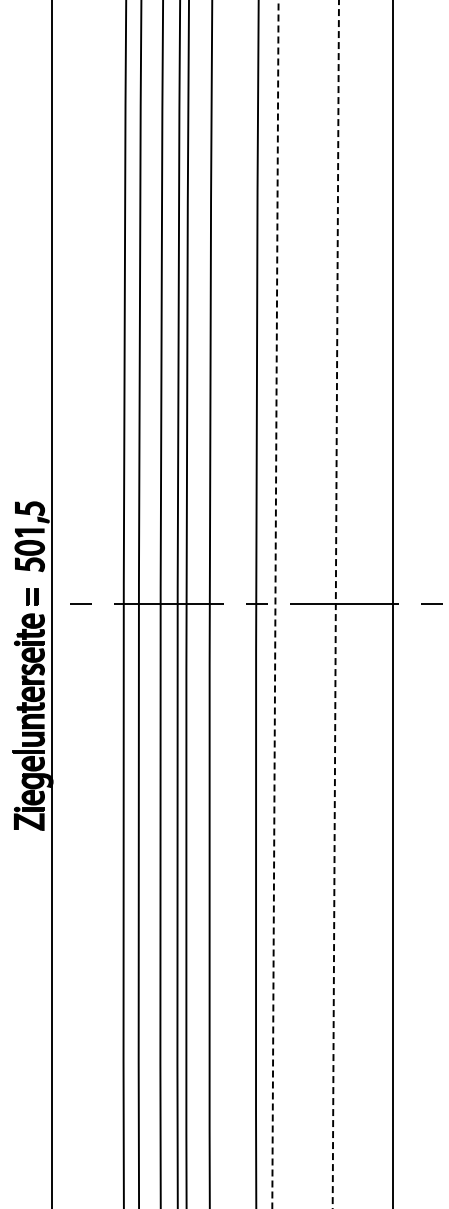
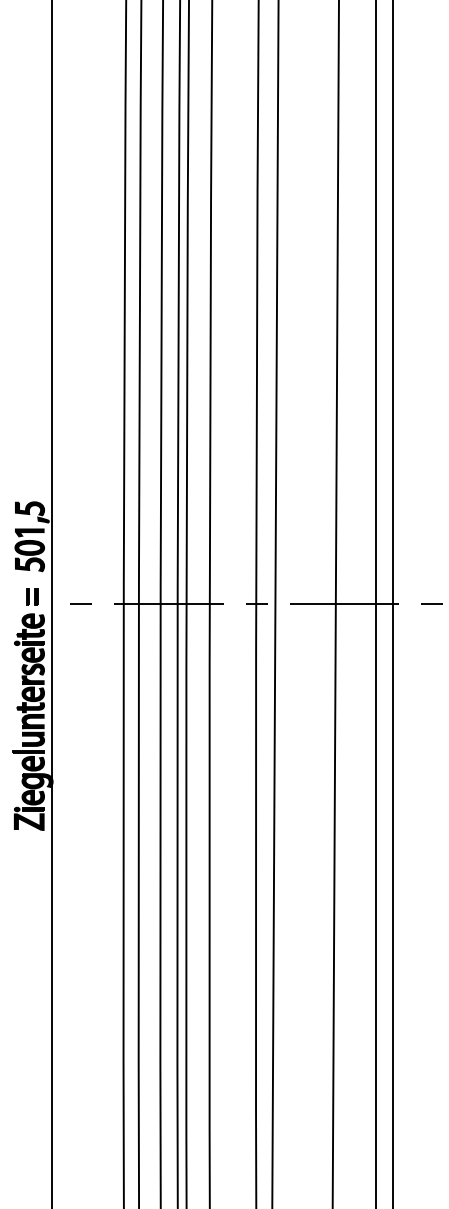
line at (375, 603): none -> present
line at (275, 604): dashed -> solid
line at (335, 604): dashed -> solid
